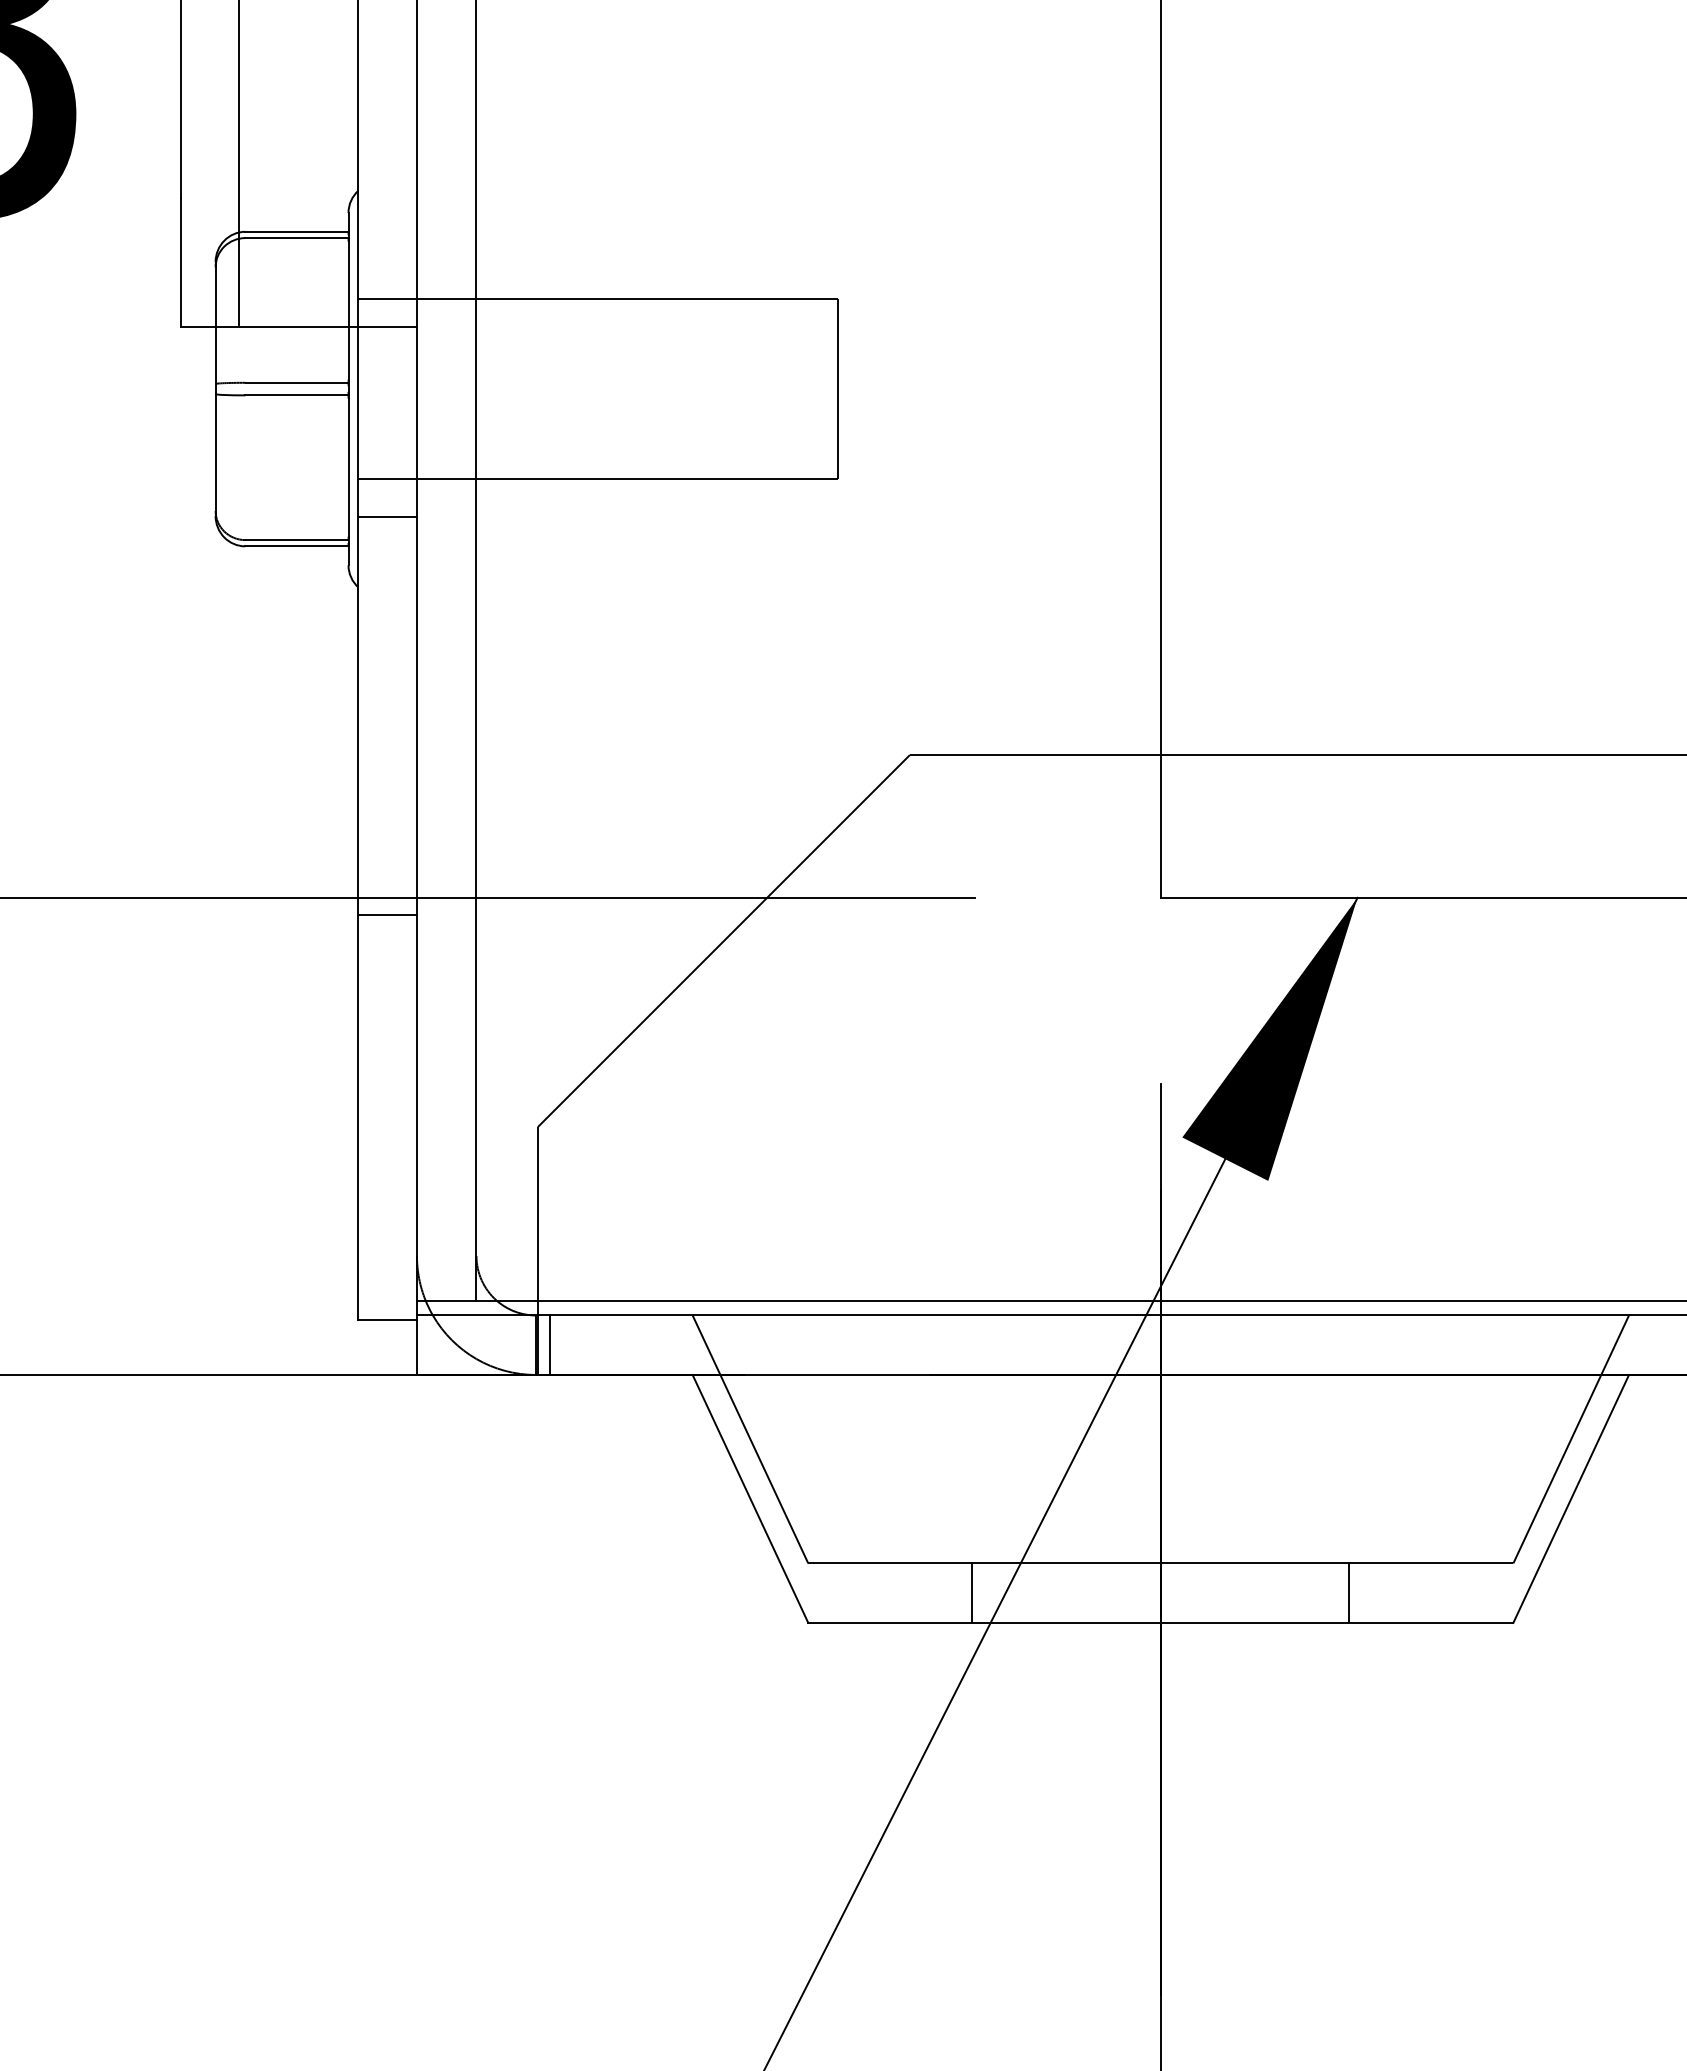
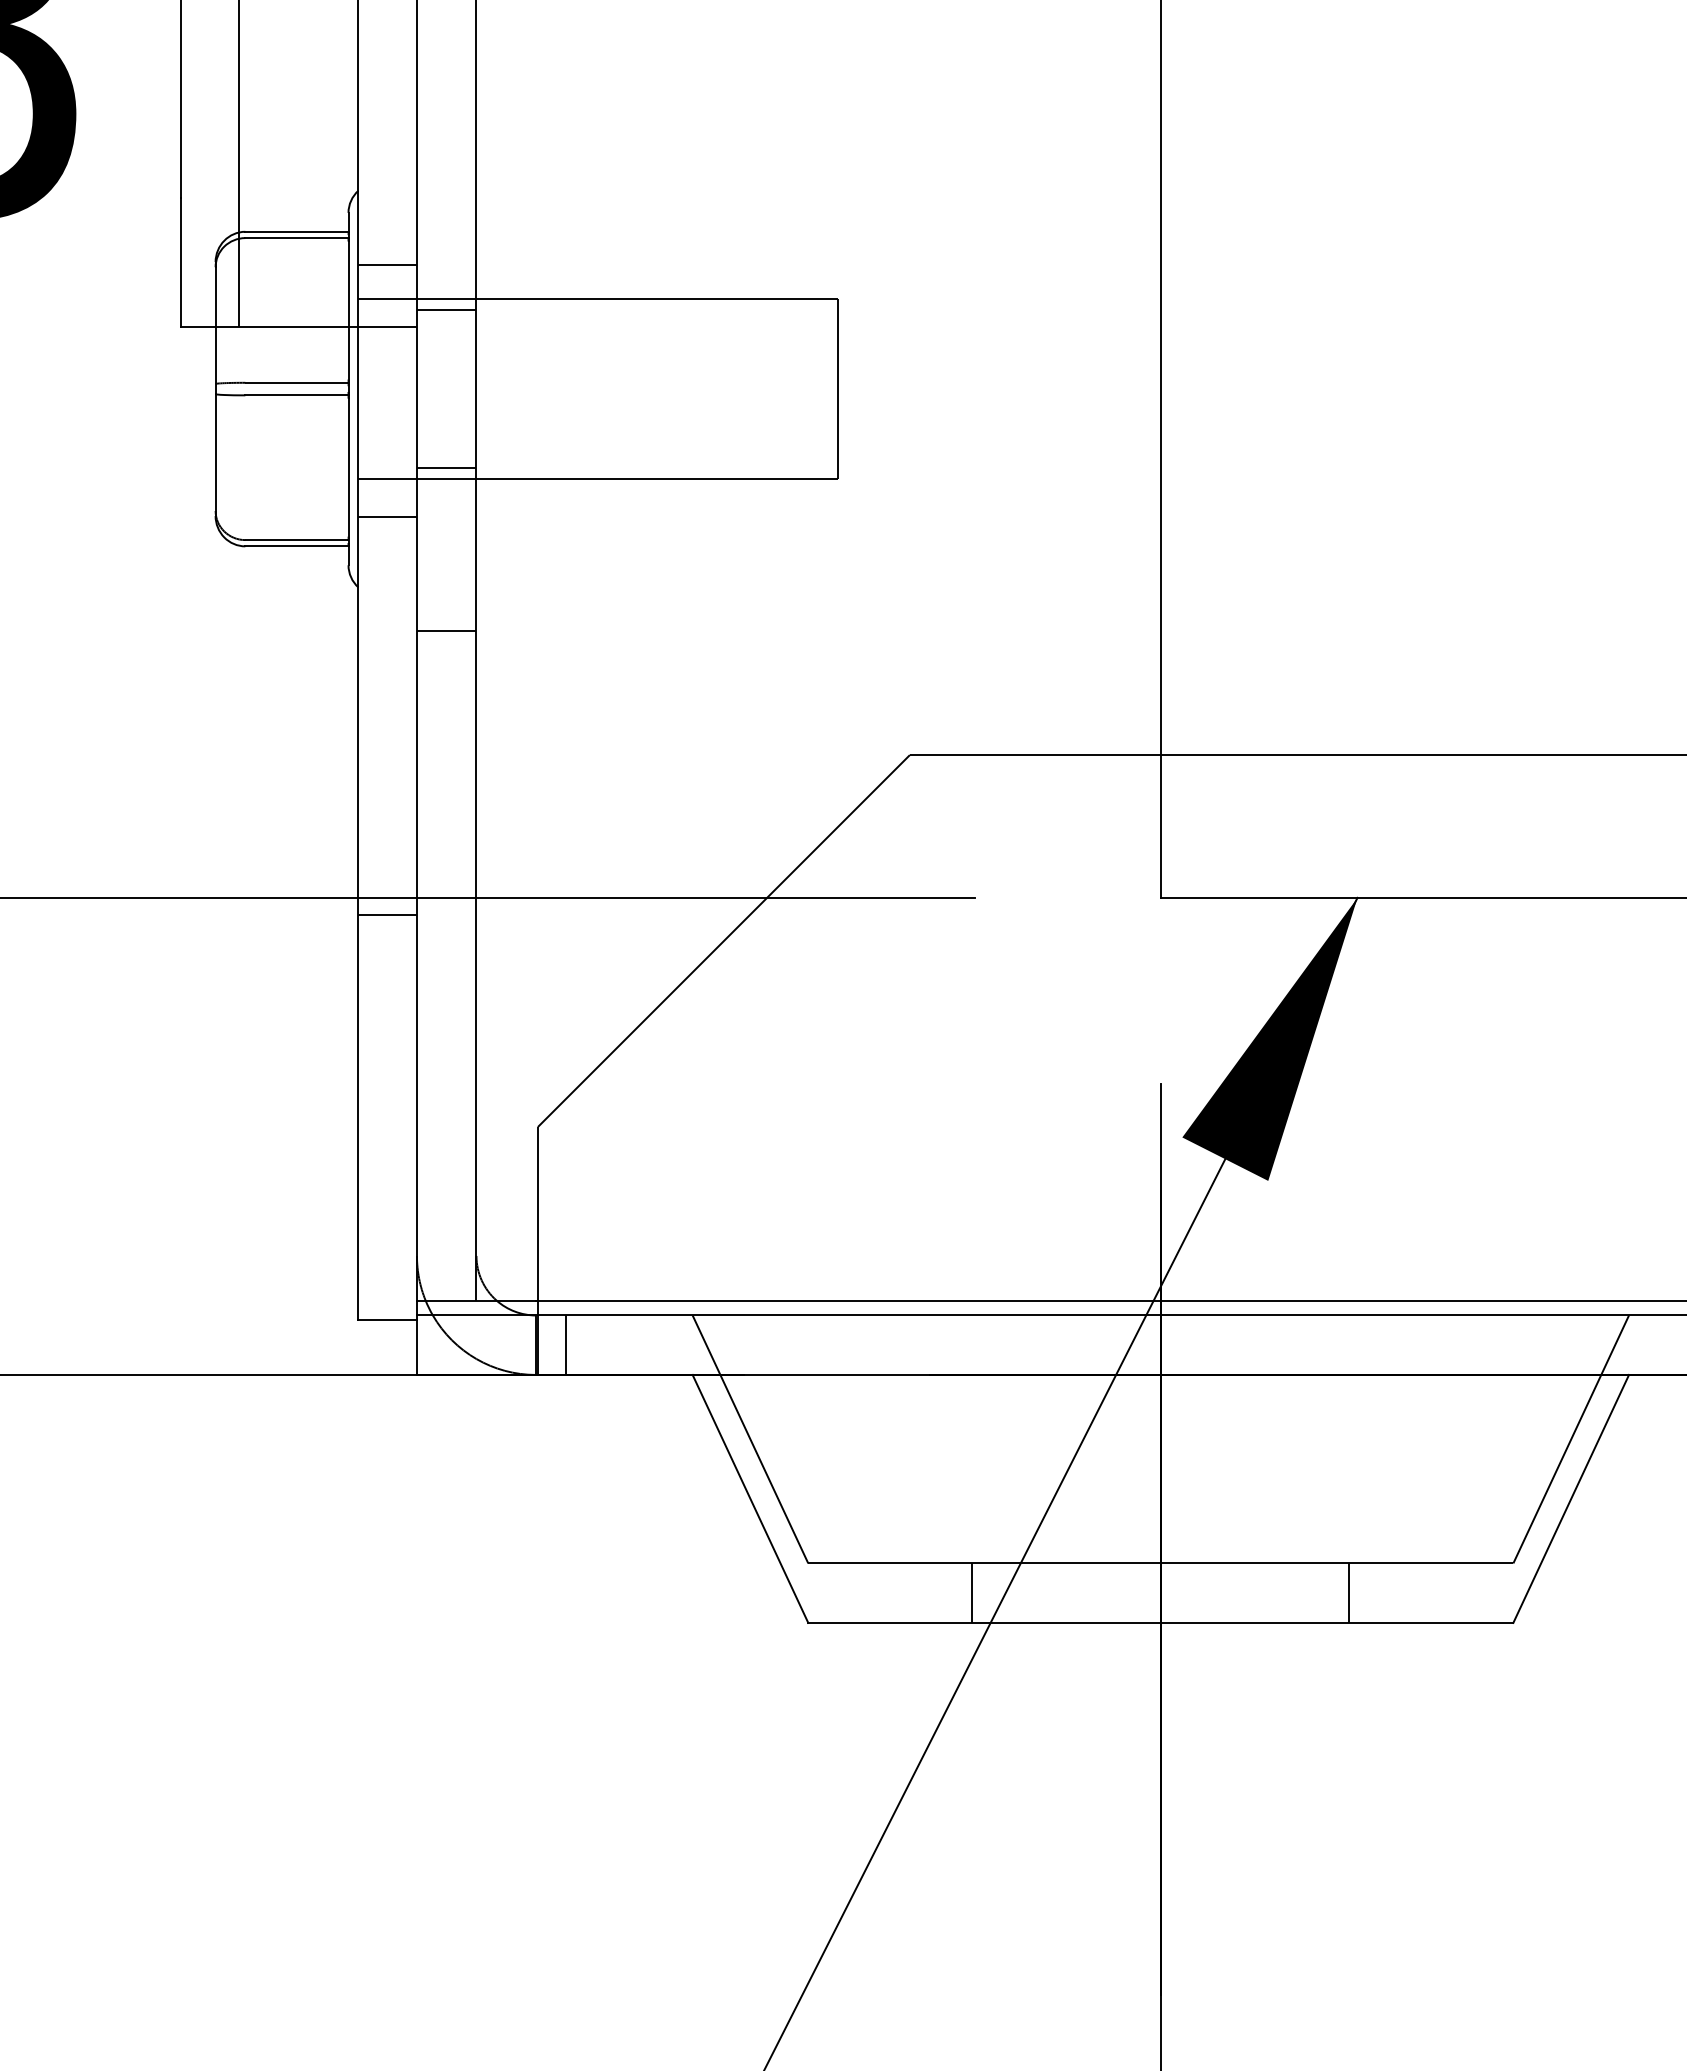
line at (387, 265): none -> present
line at (446, 310): none -> present
line at (446, 467): none -> present
line at (446, 631): none -> present
line at (549, 1344) position: (549, 1344) -> (565, 1344)
